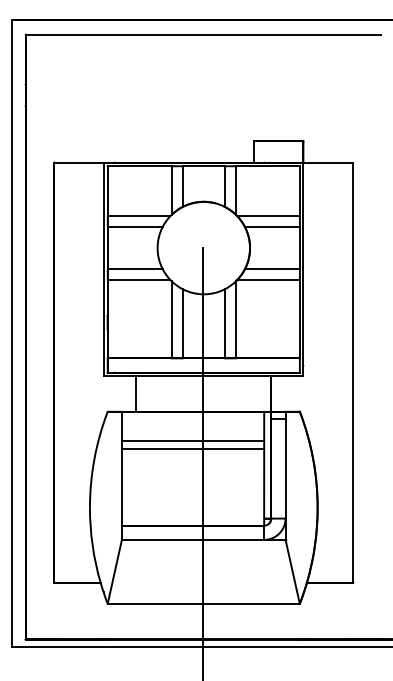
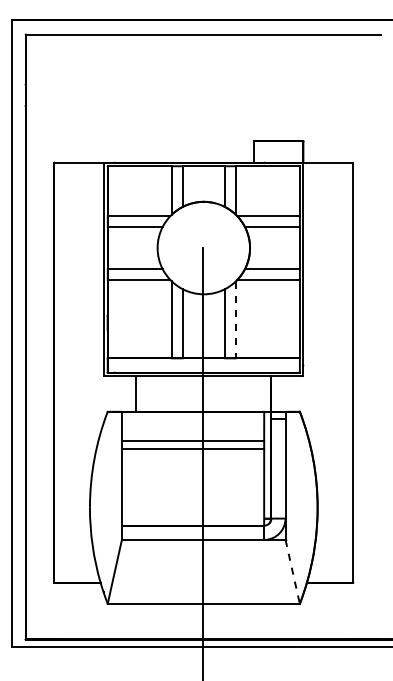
line at (235, 320): solid -> dashed
line at (292, 571): solid -> dashed
